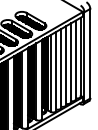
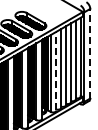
line at (90, 53): solid -> dashed
line at (56, 70): solid -> dashed
